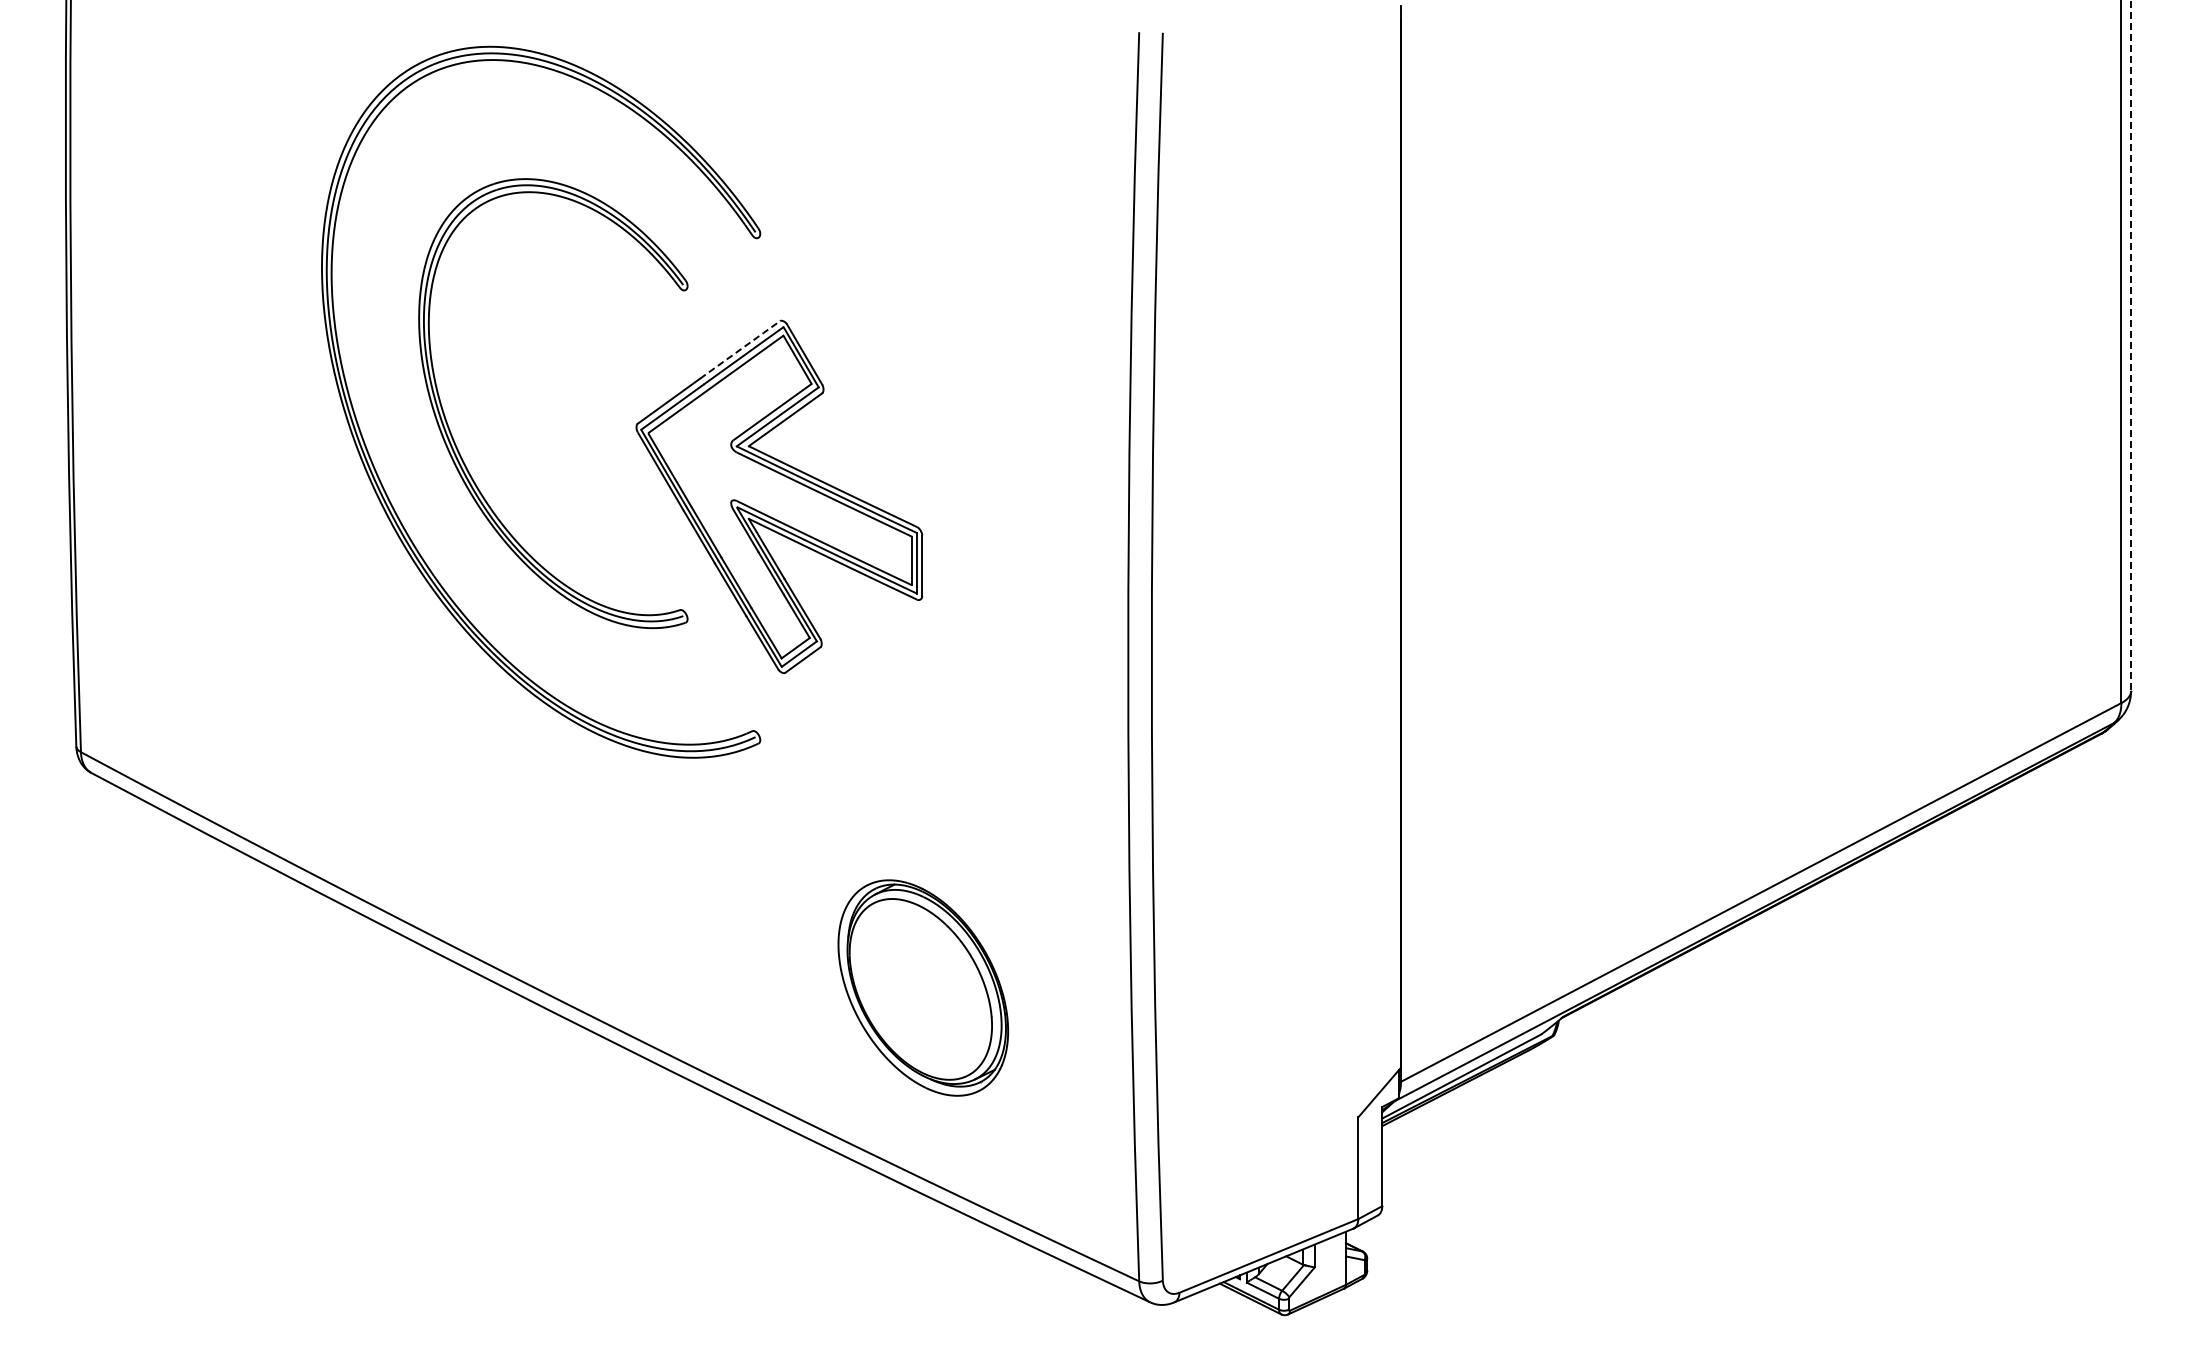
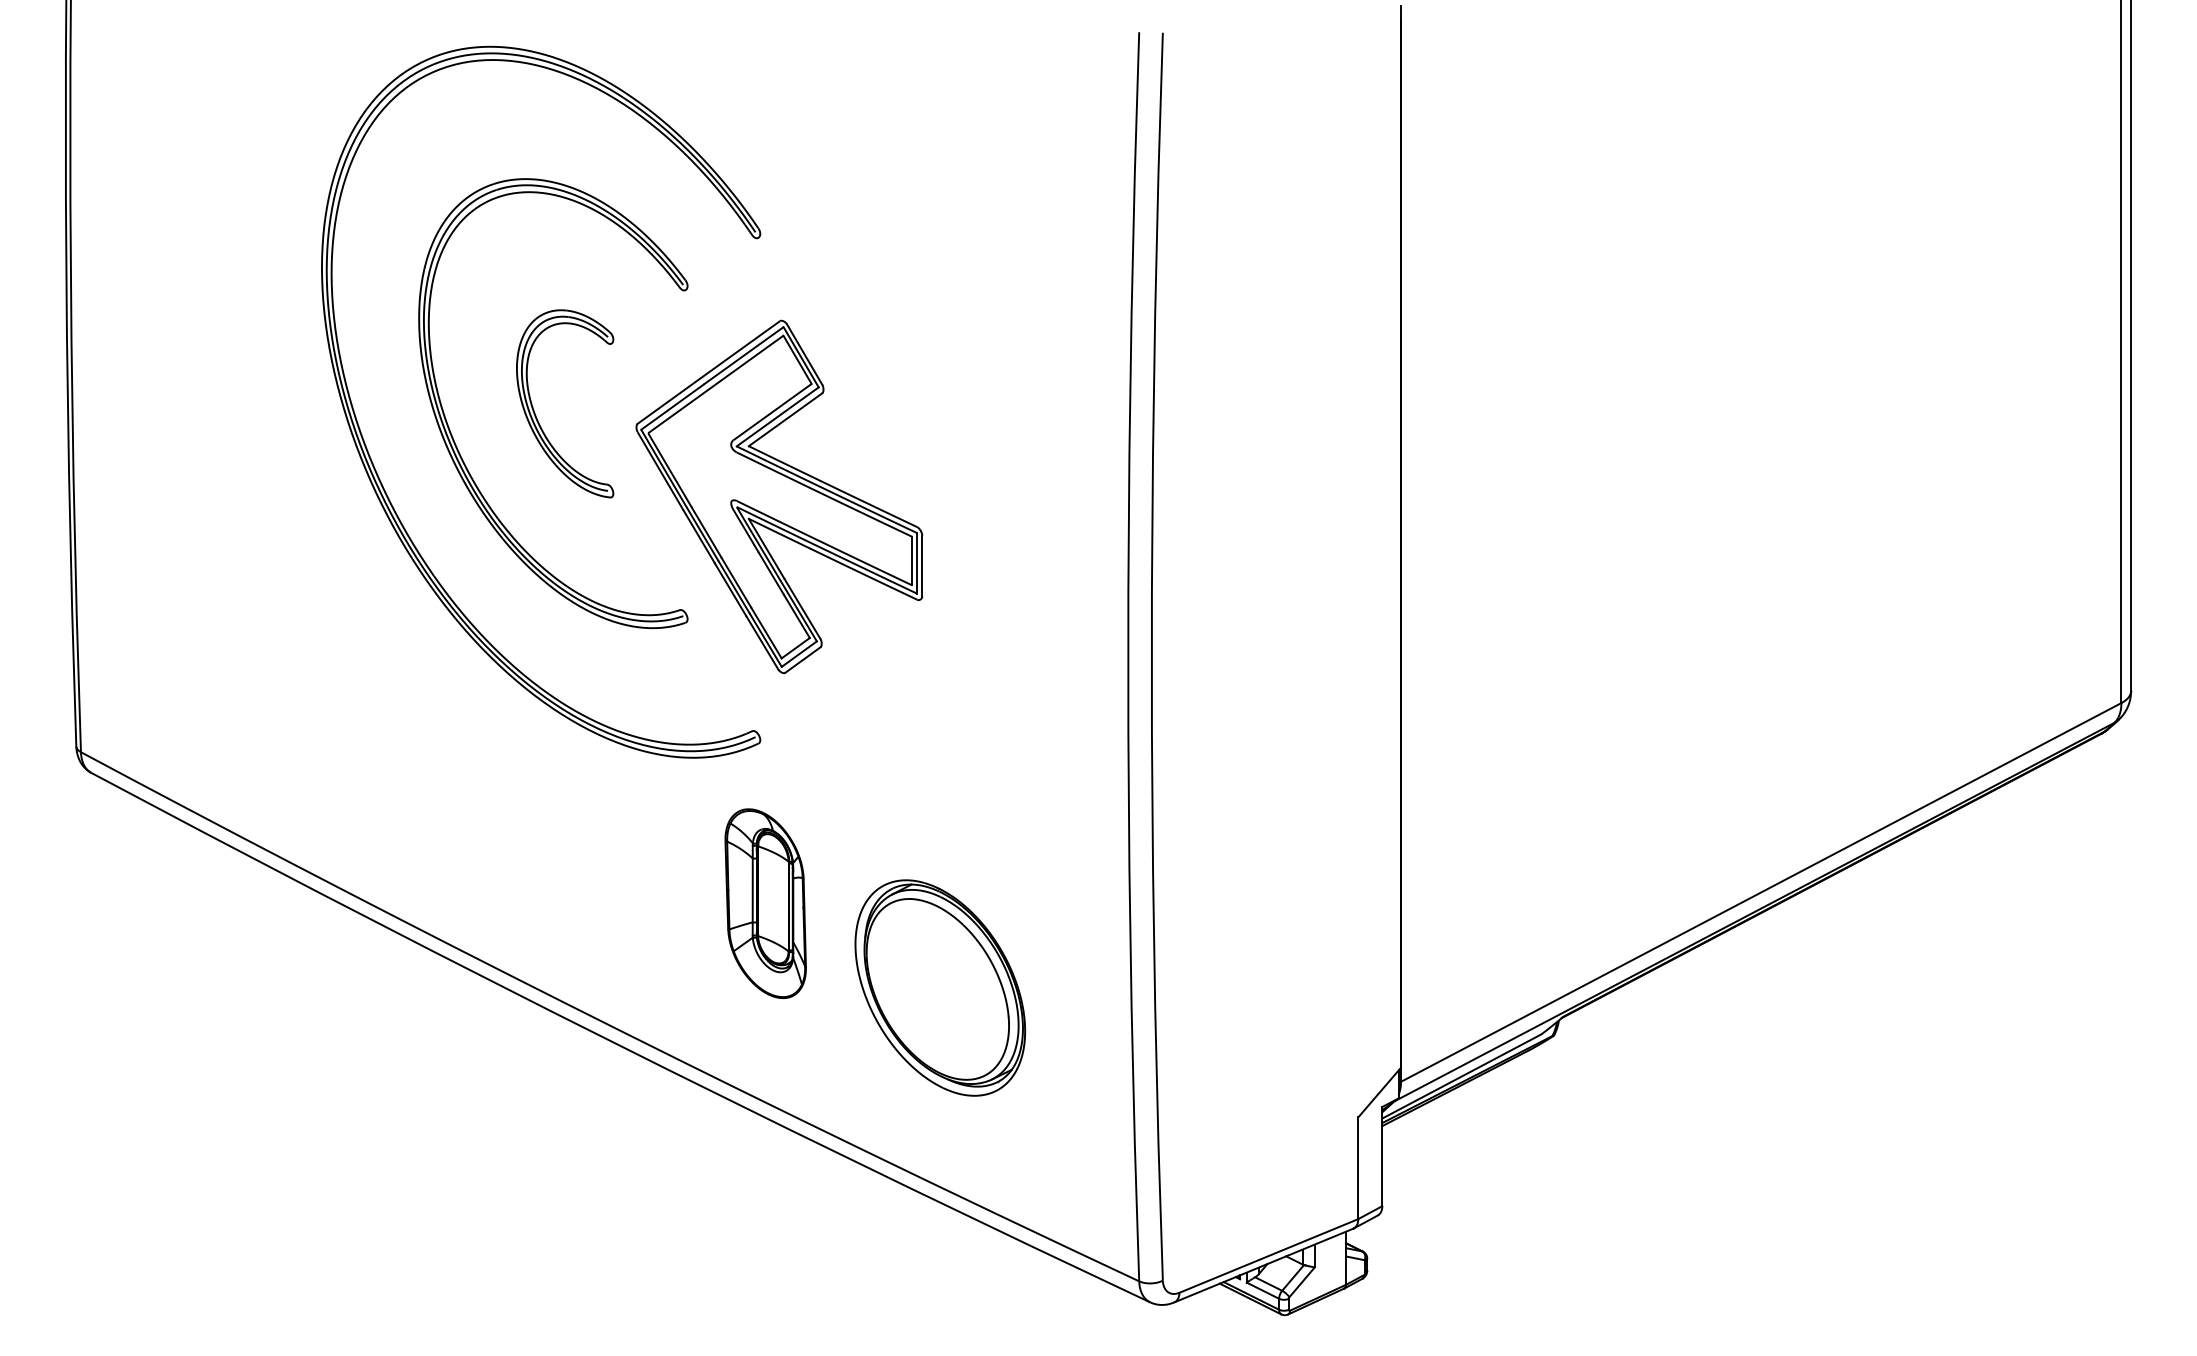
line at (2131, 346): dashed -> solid
line at (741, 349): dashed -> solid
part at (535, 412): none -> present
part at (765, 903): none -> present
part at (922, 987) position: (922, 987) -> (939, 987)
